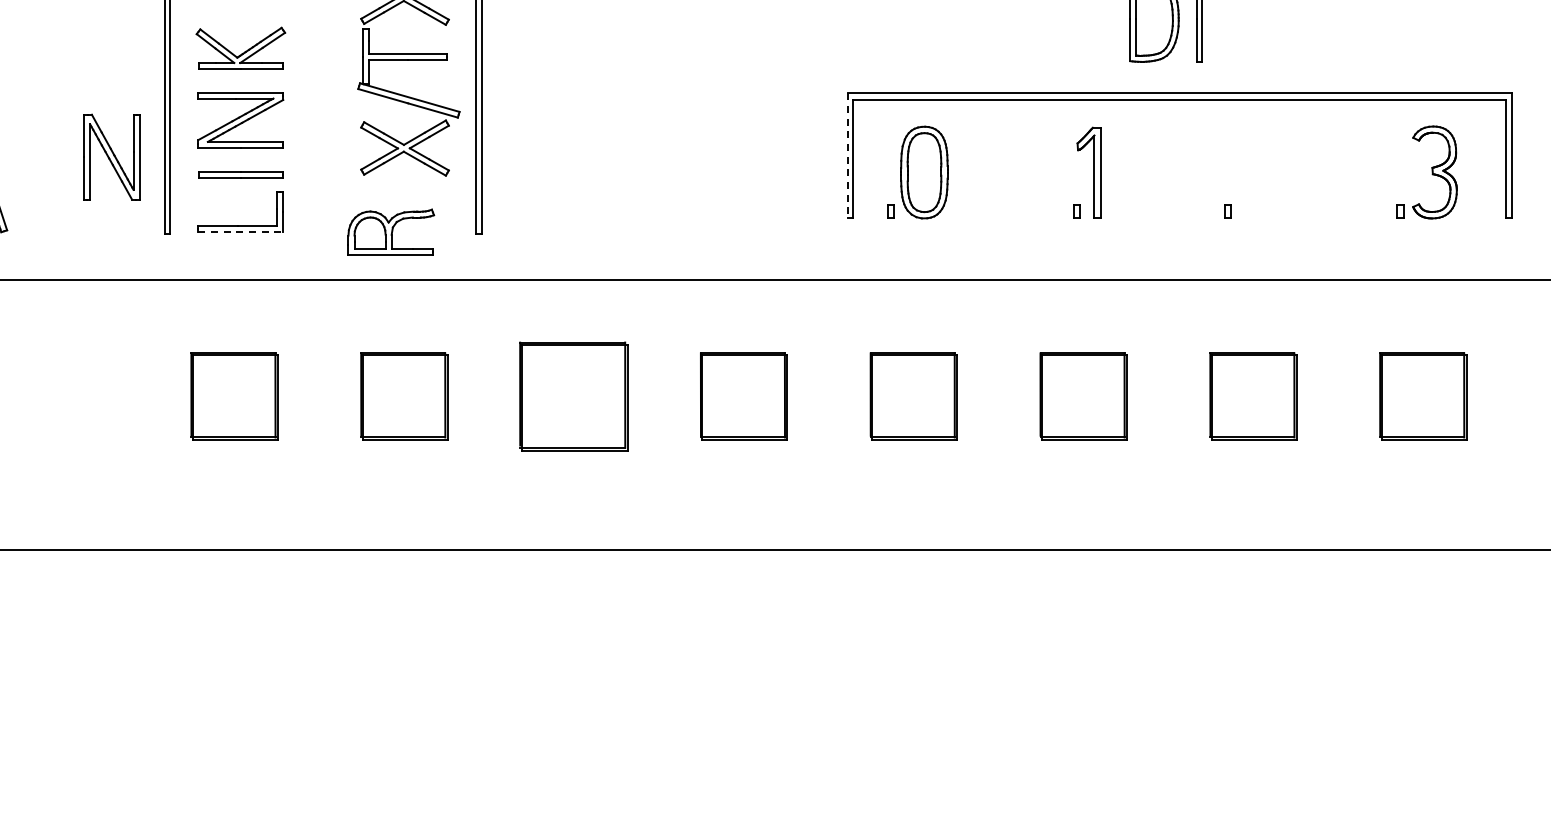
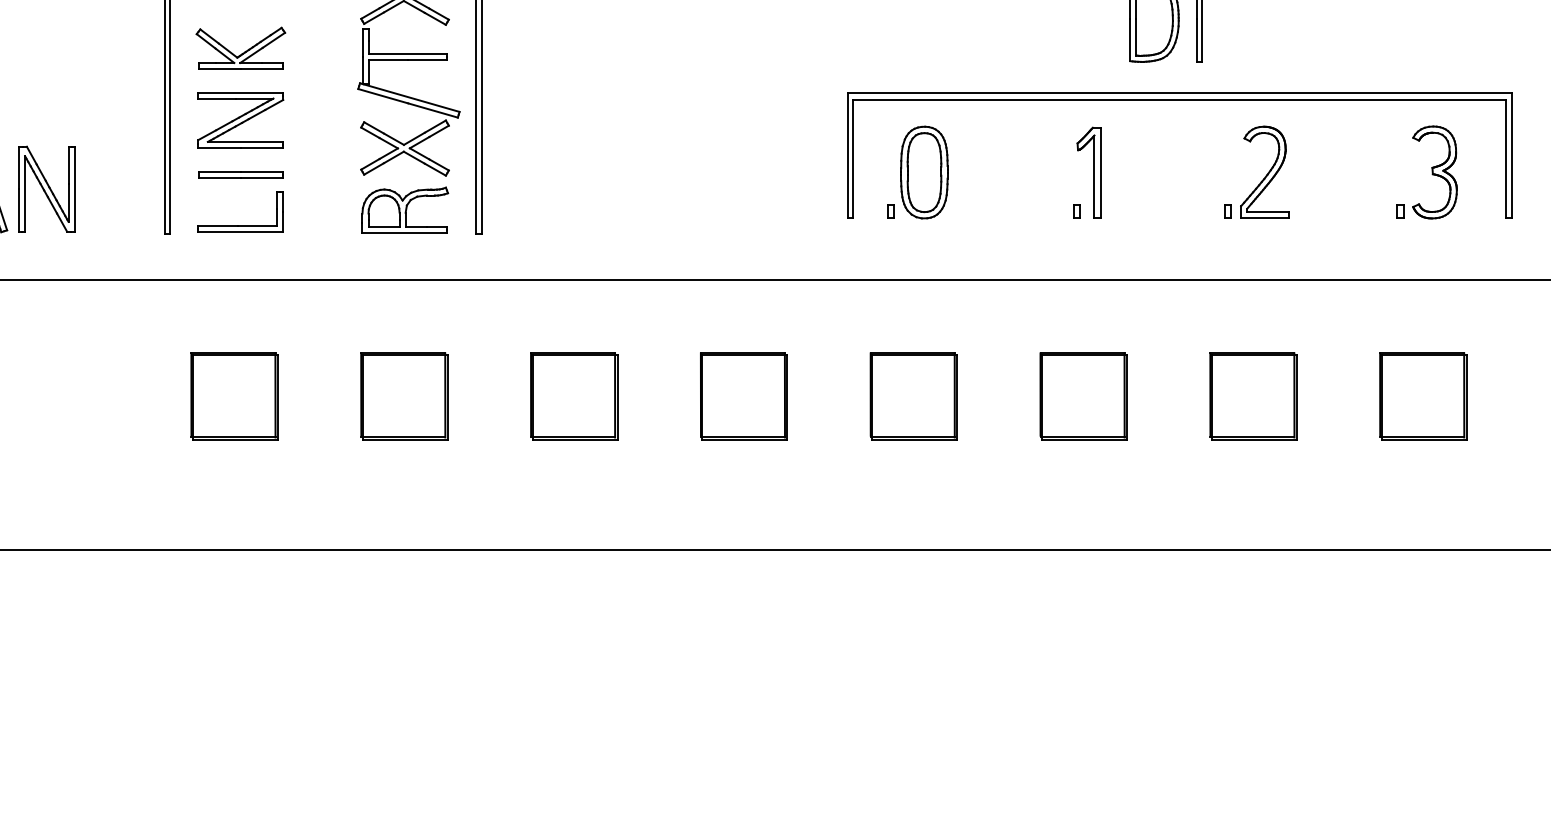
line at (847, 155): dashed -> solid
part at (111, 156) position: (111, 156) -> (46, 188)
part at (1264, 171): none -> present
line at (241, 231): dashed -> solid
part at (391, 231) position: (391, 231) -> (405, 209)
part at (573, 396) size: 110x111 px -> 89x89 px
